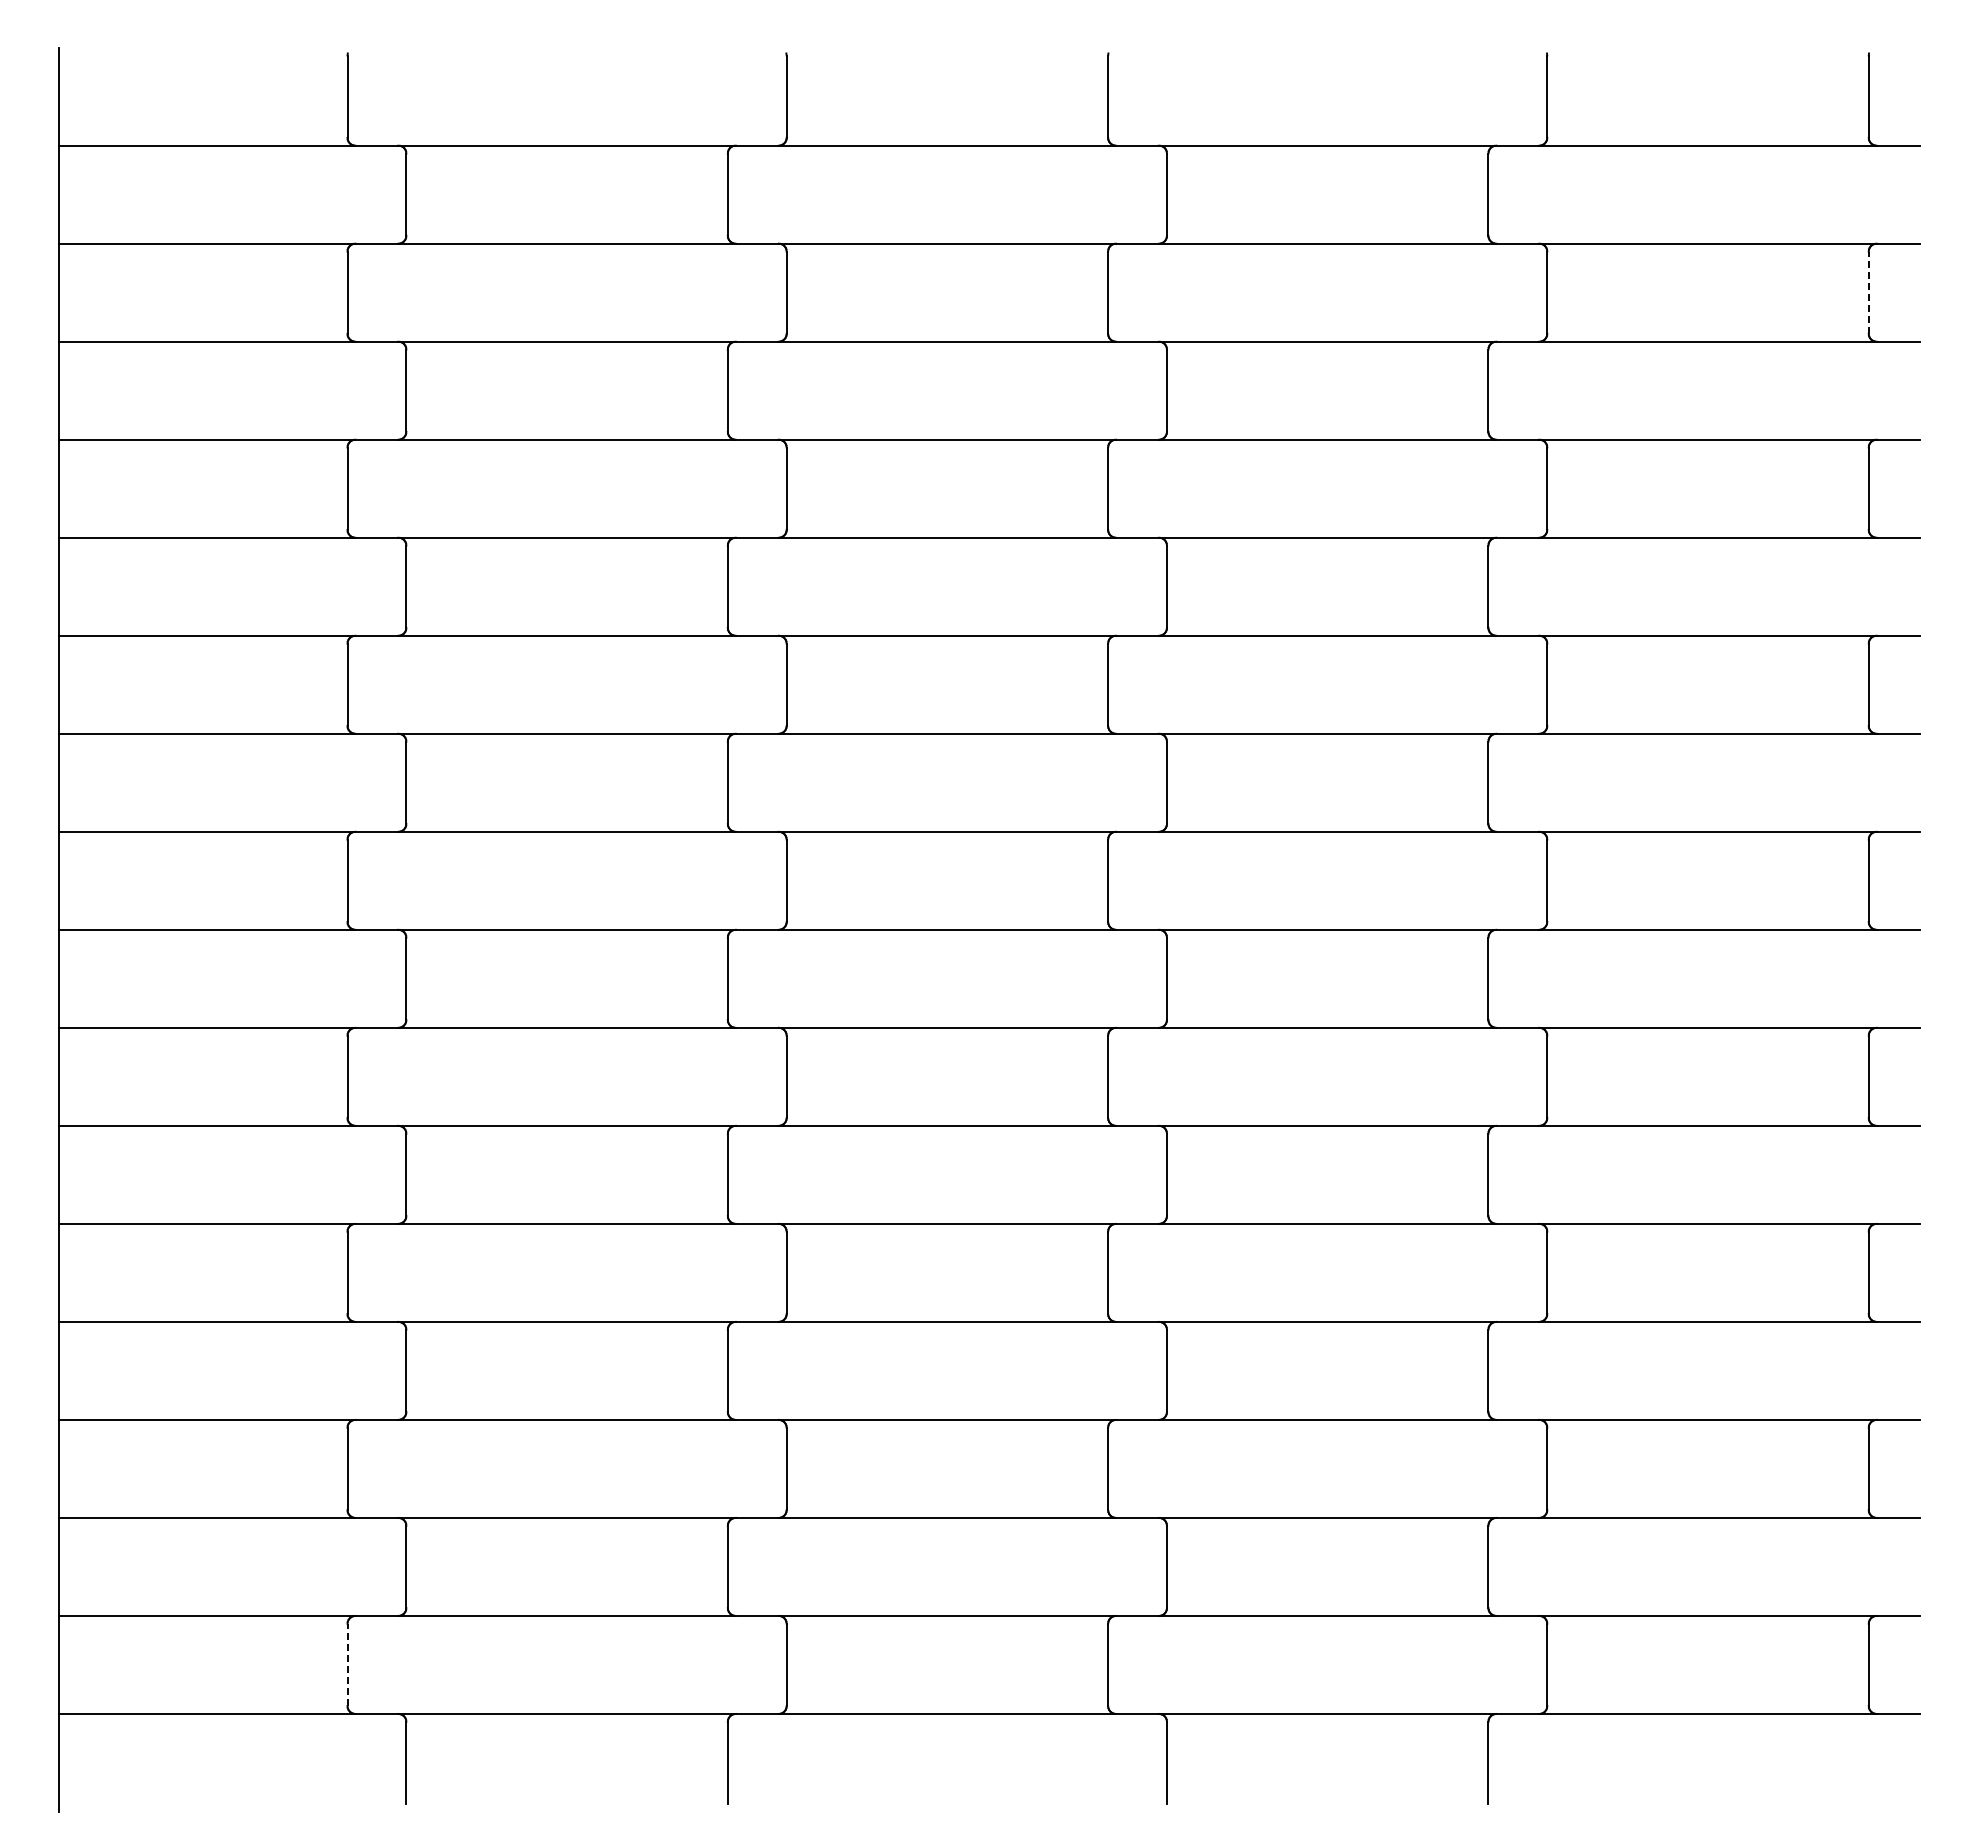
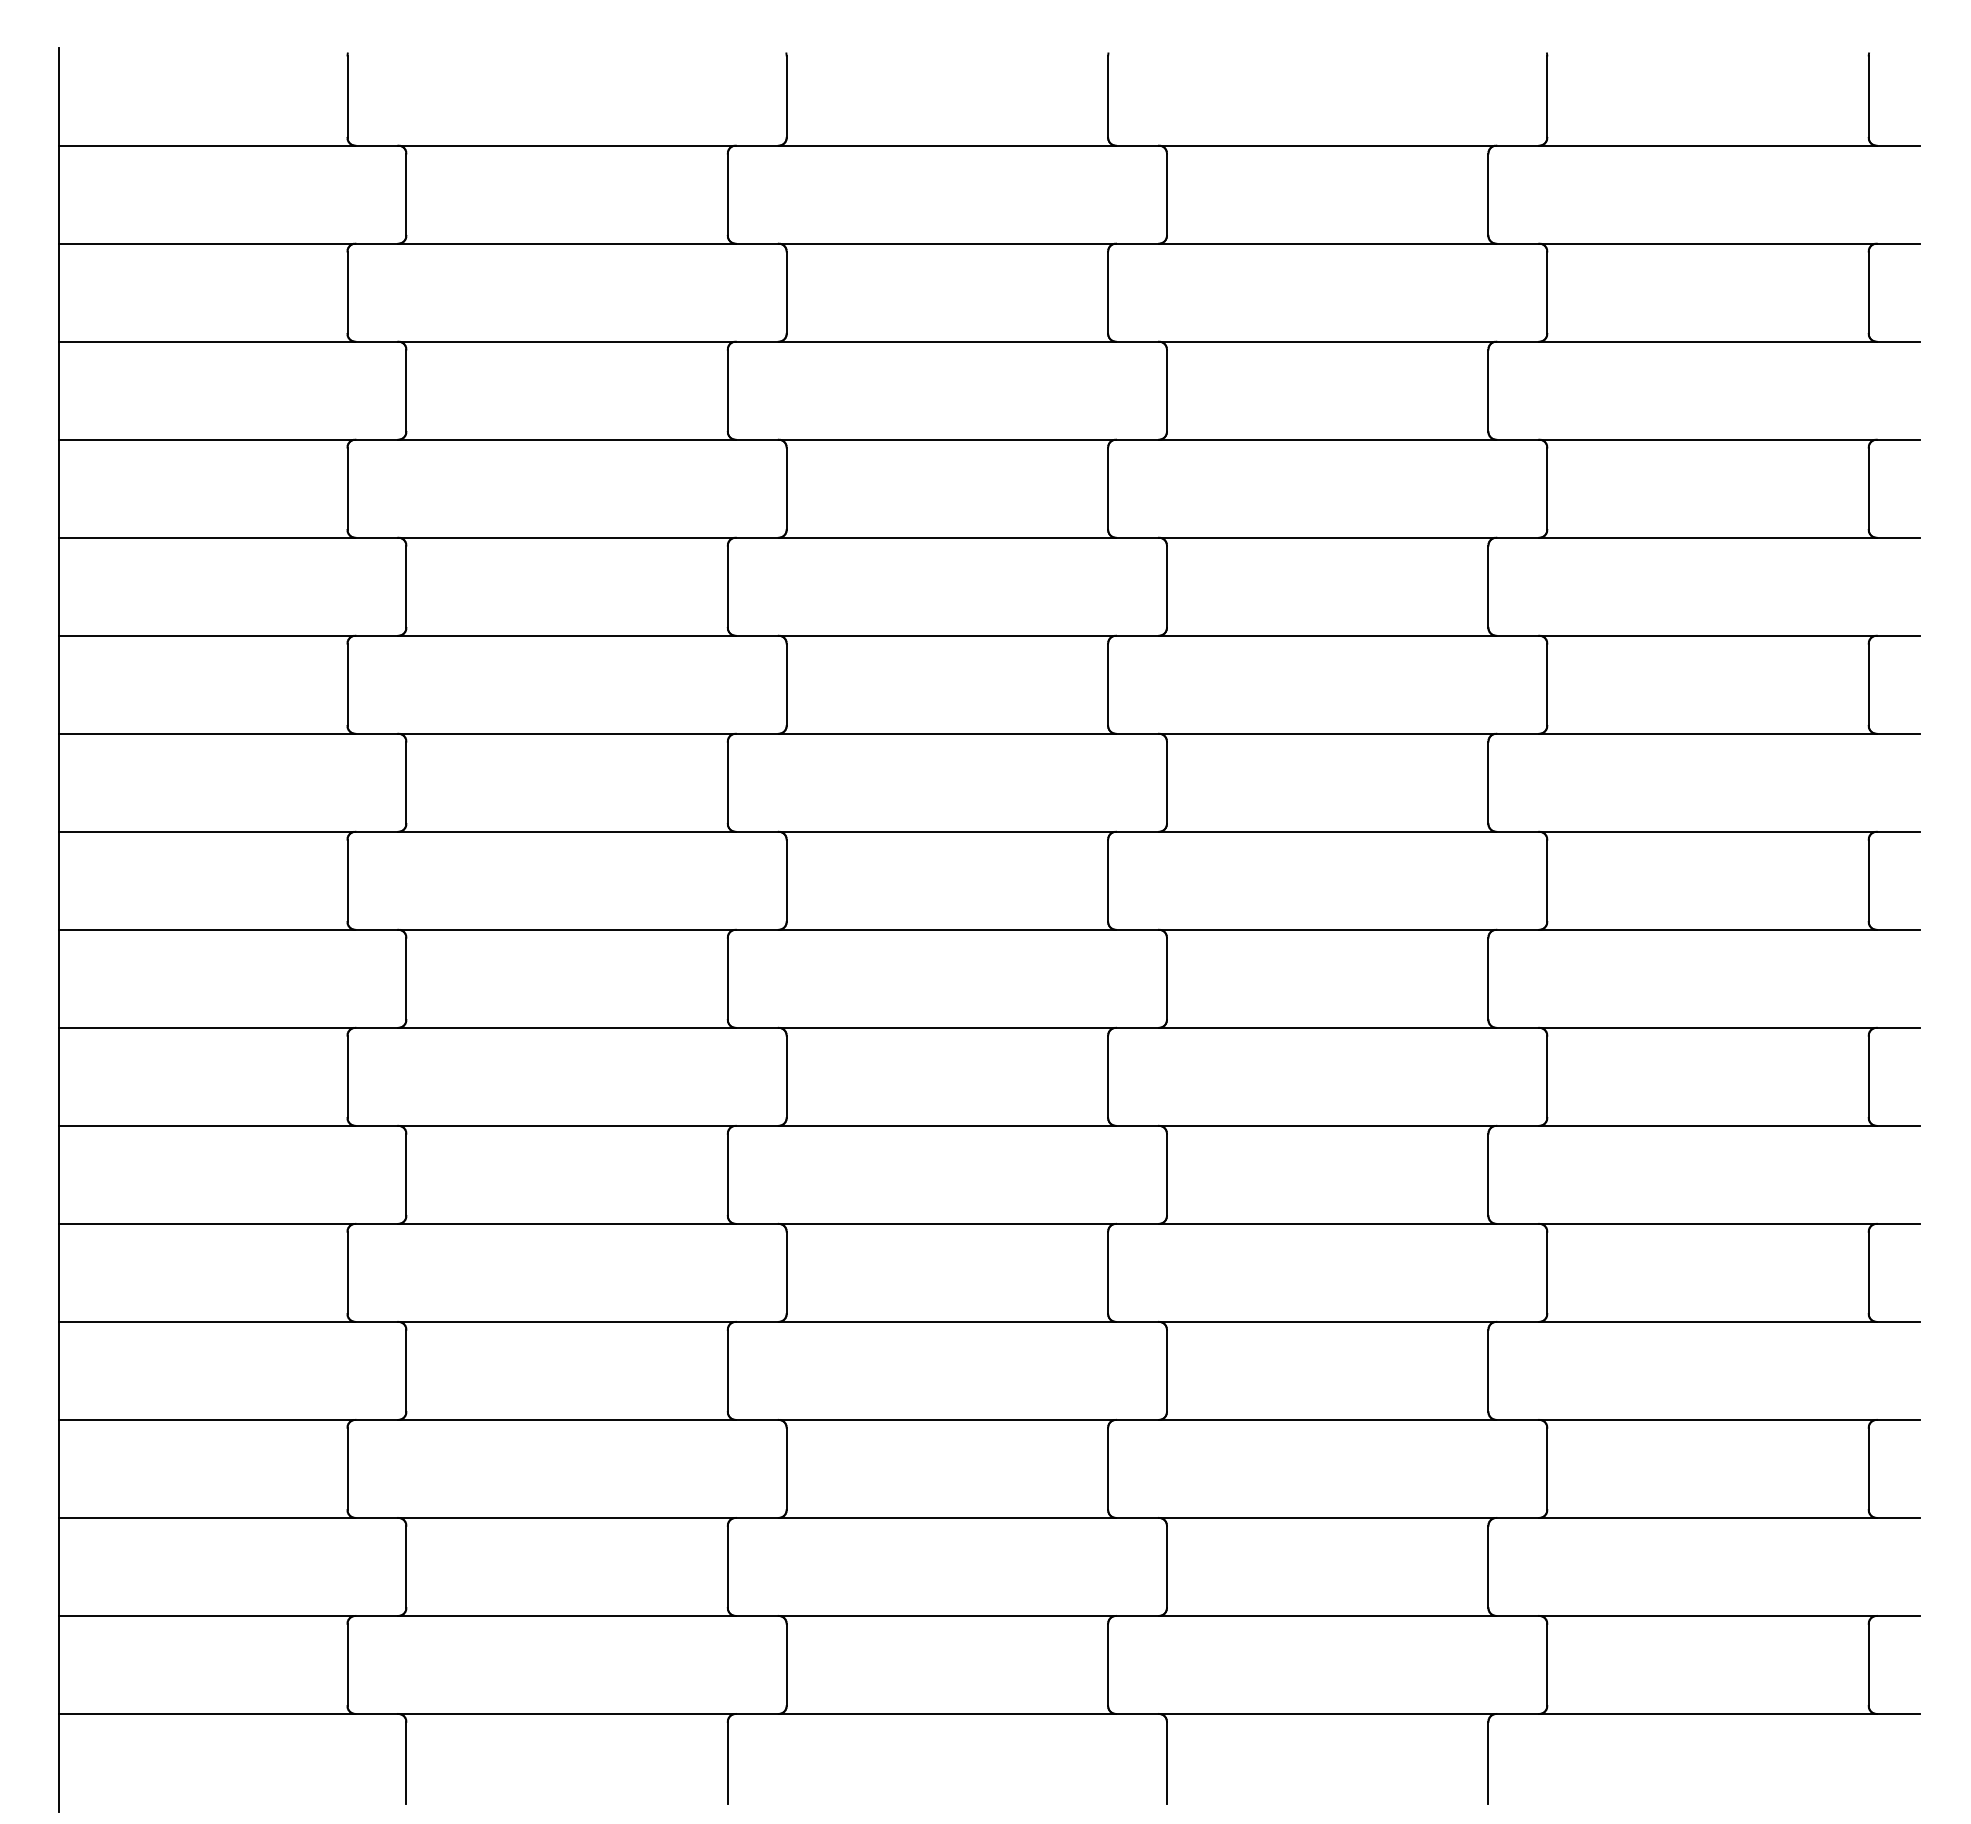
line at (1868, 292): dashed -> solid
line at (347, 1664): dashed -> solid
